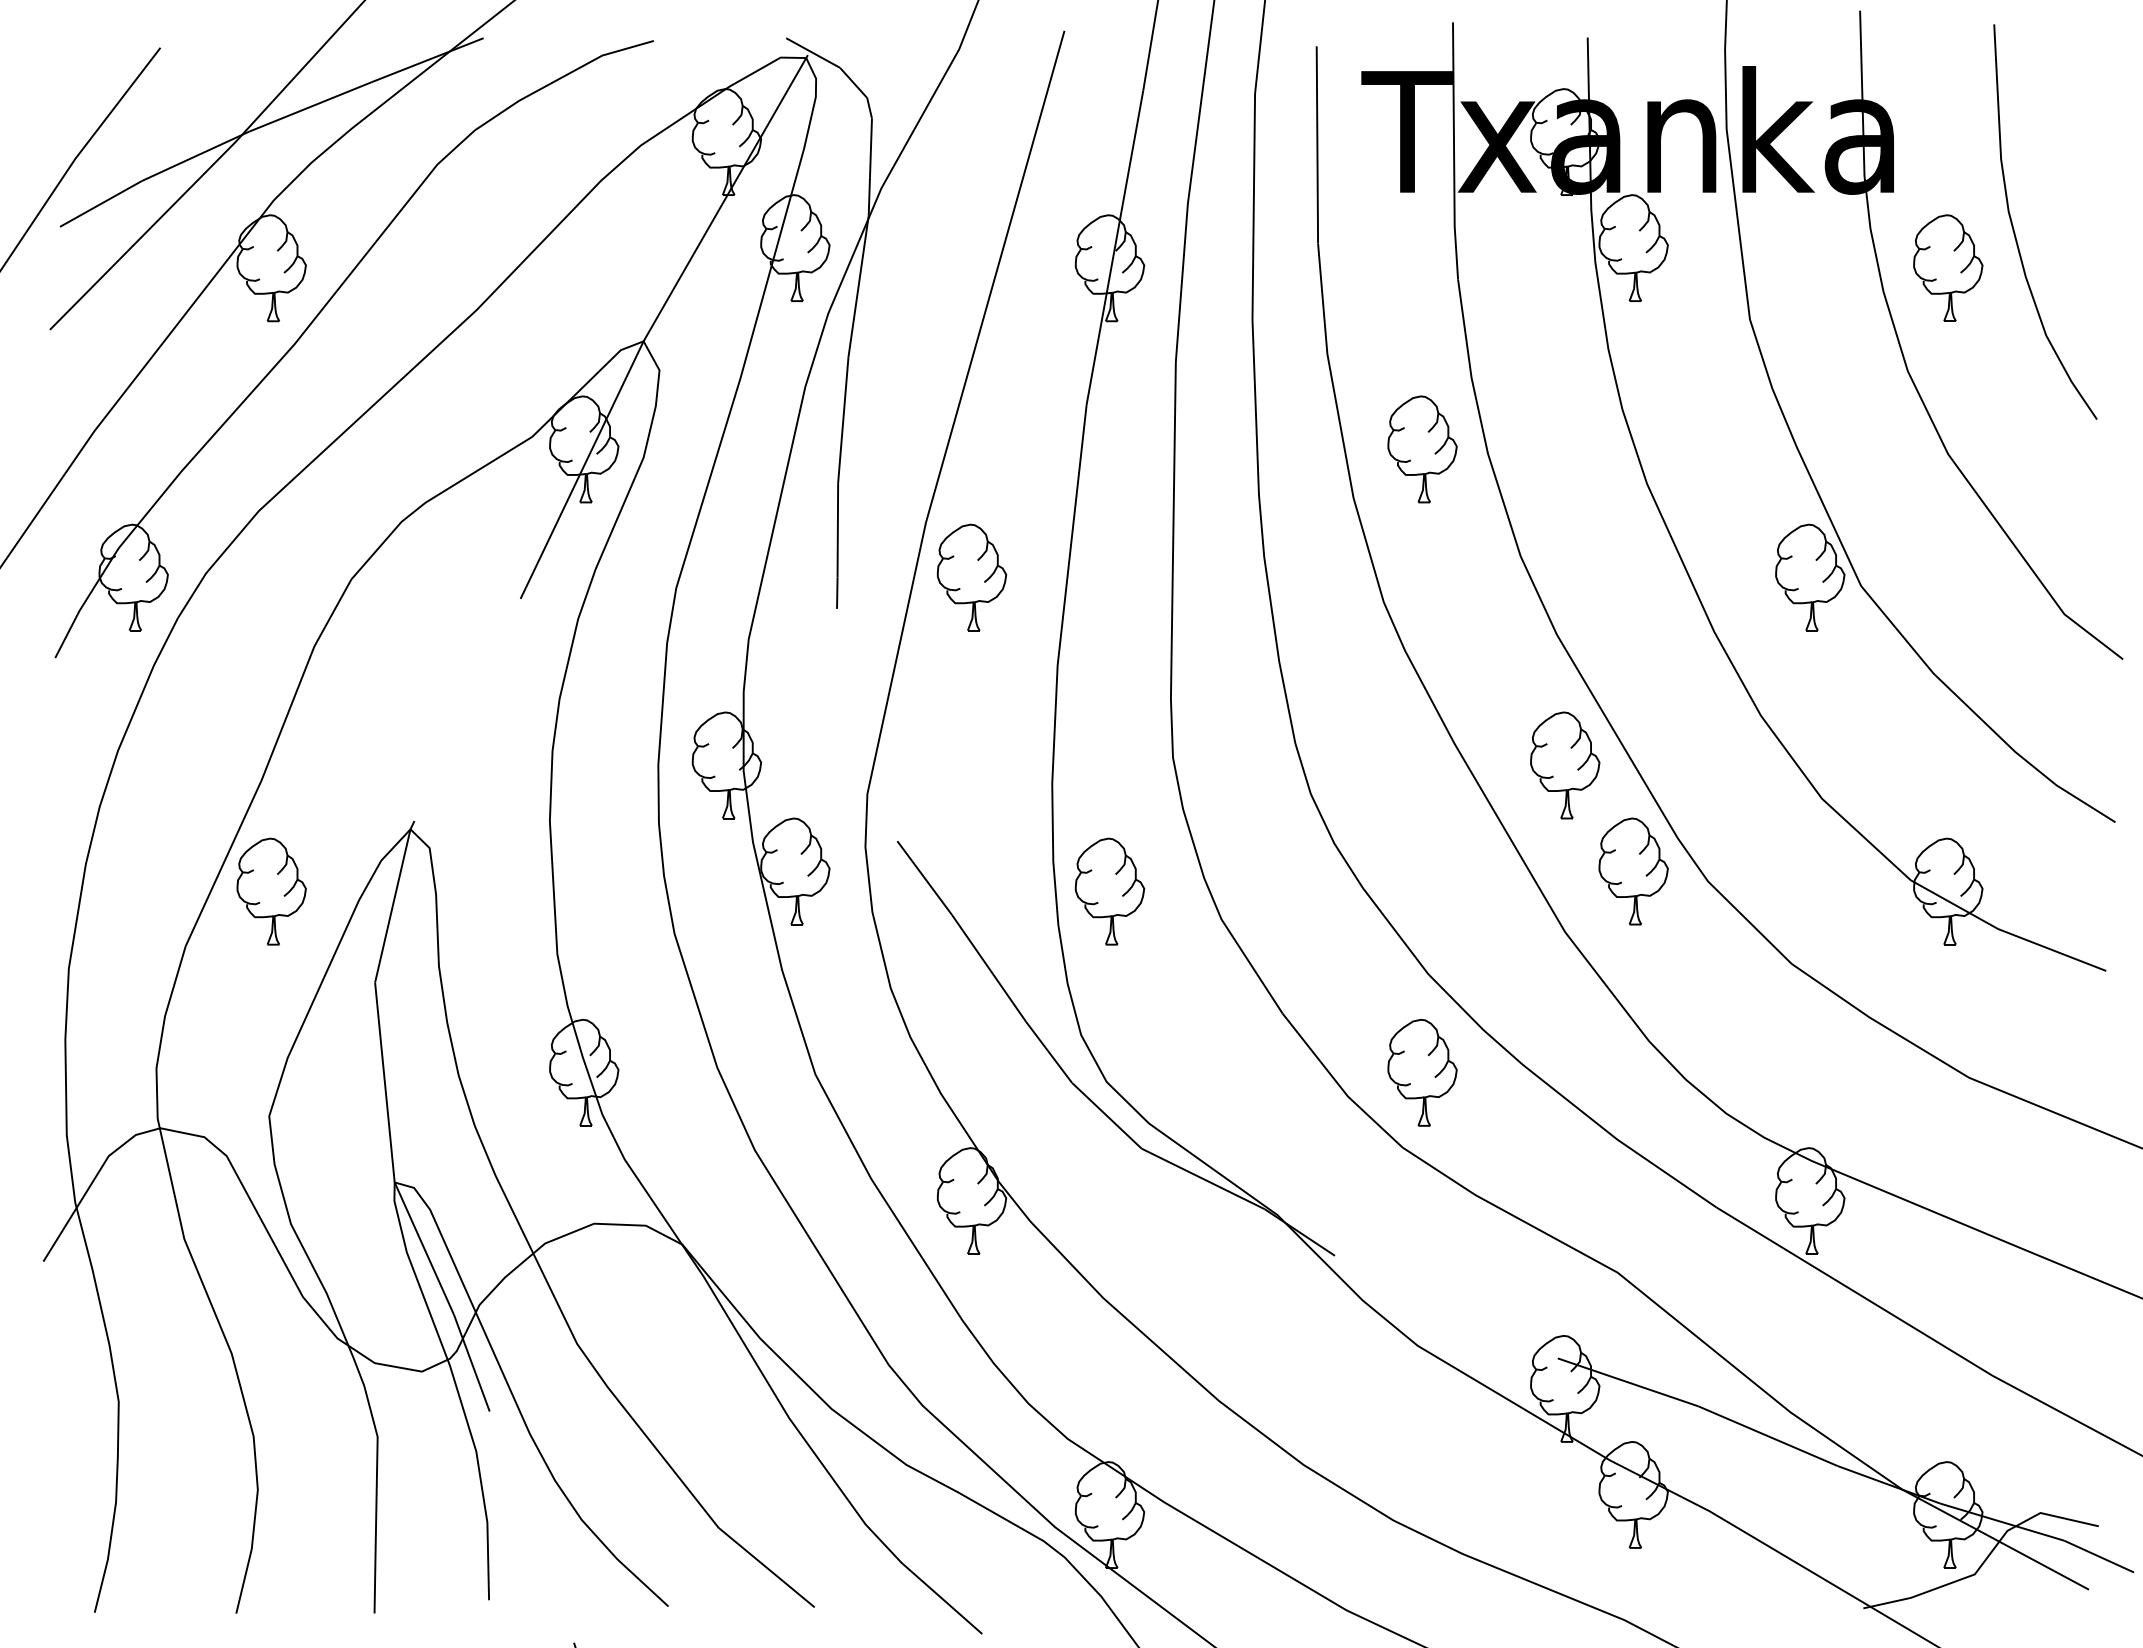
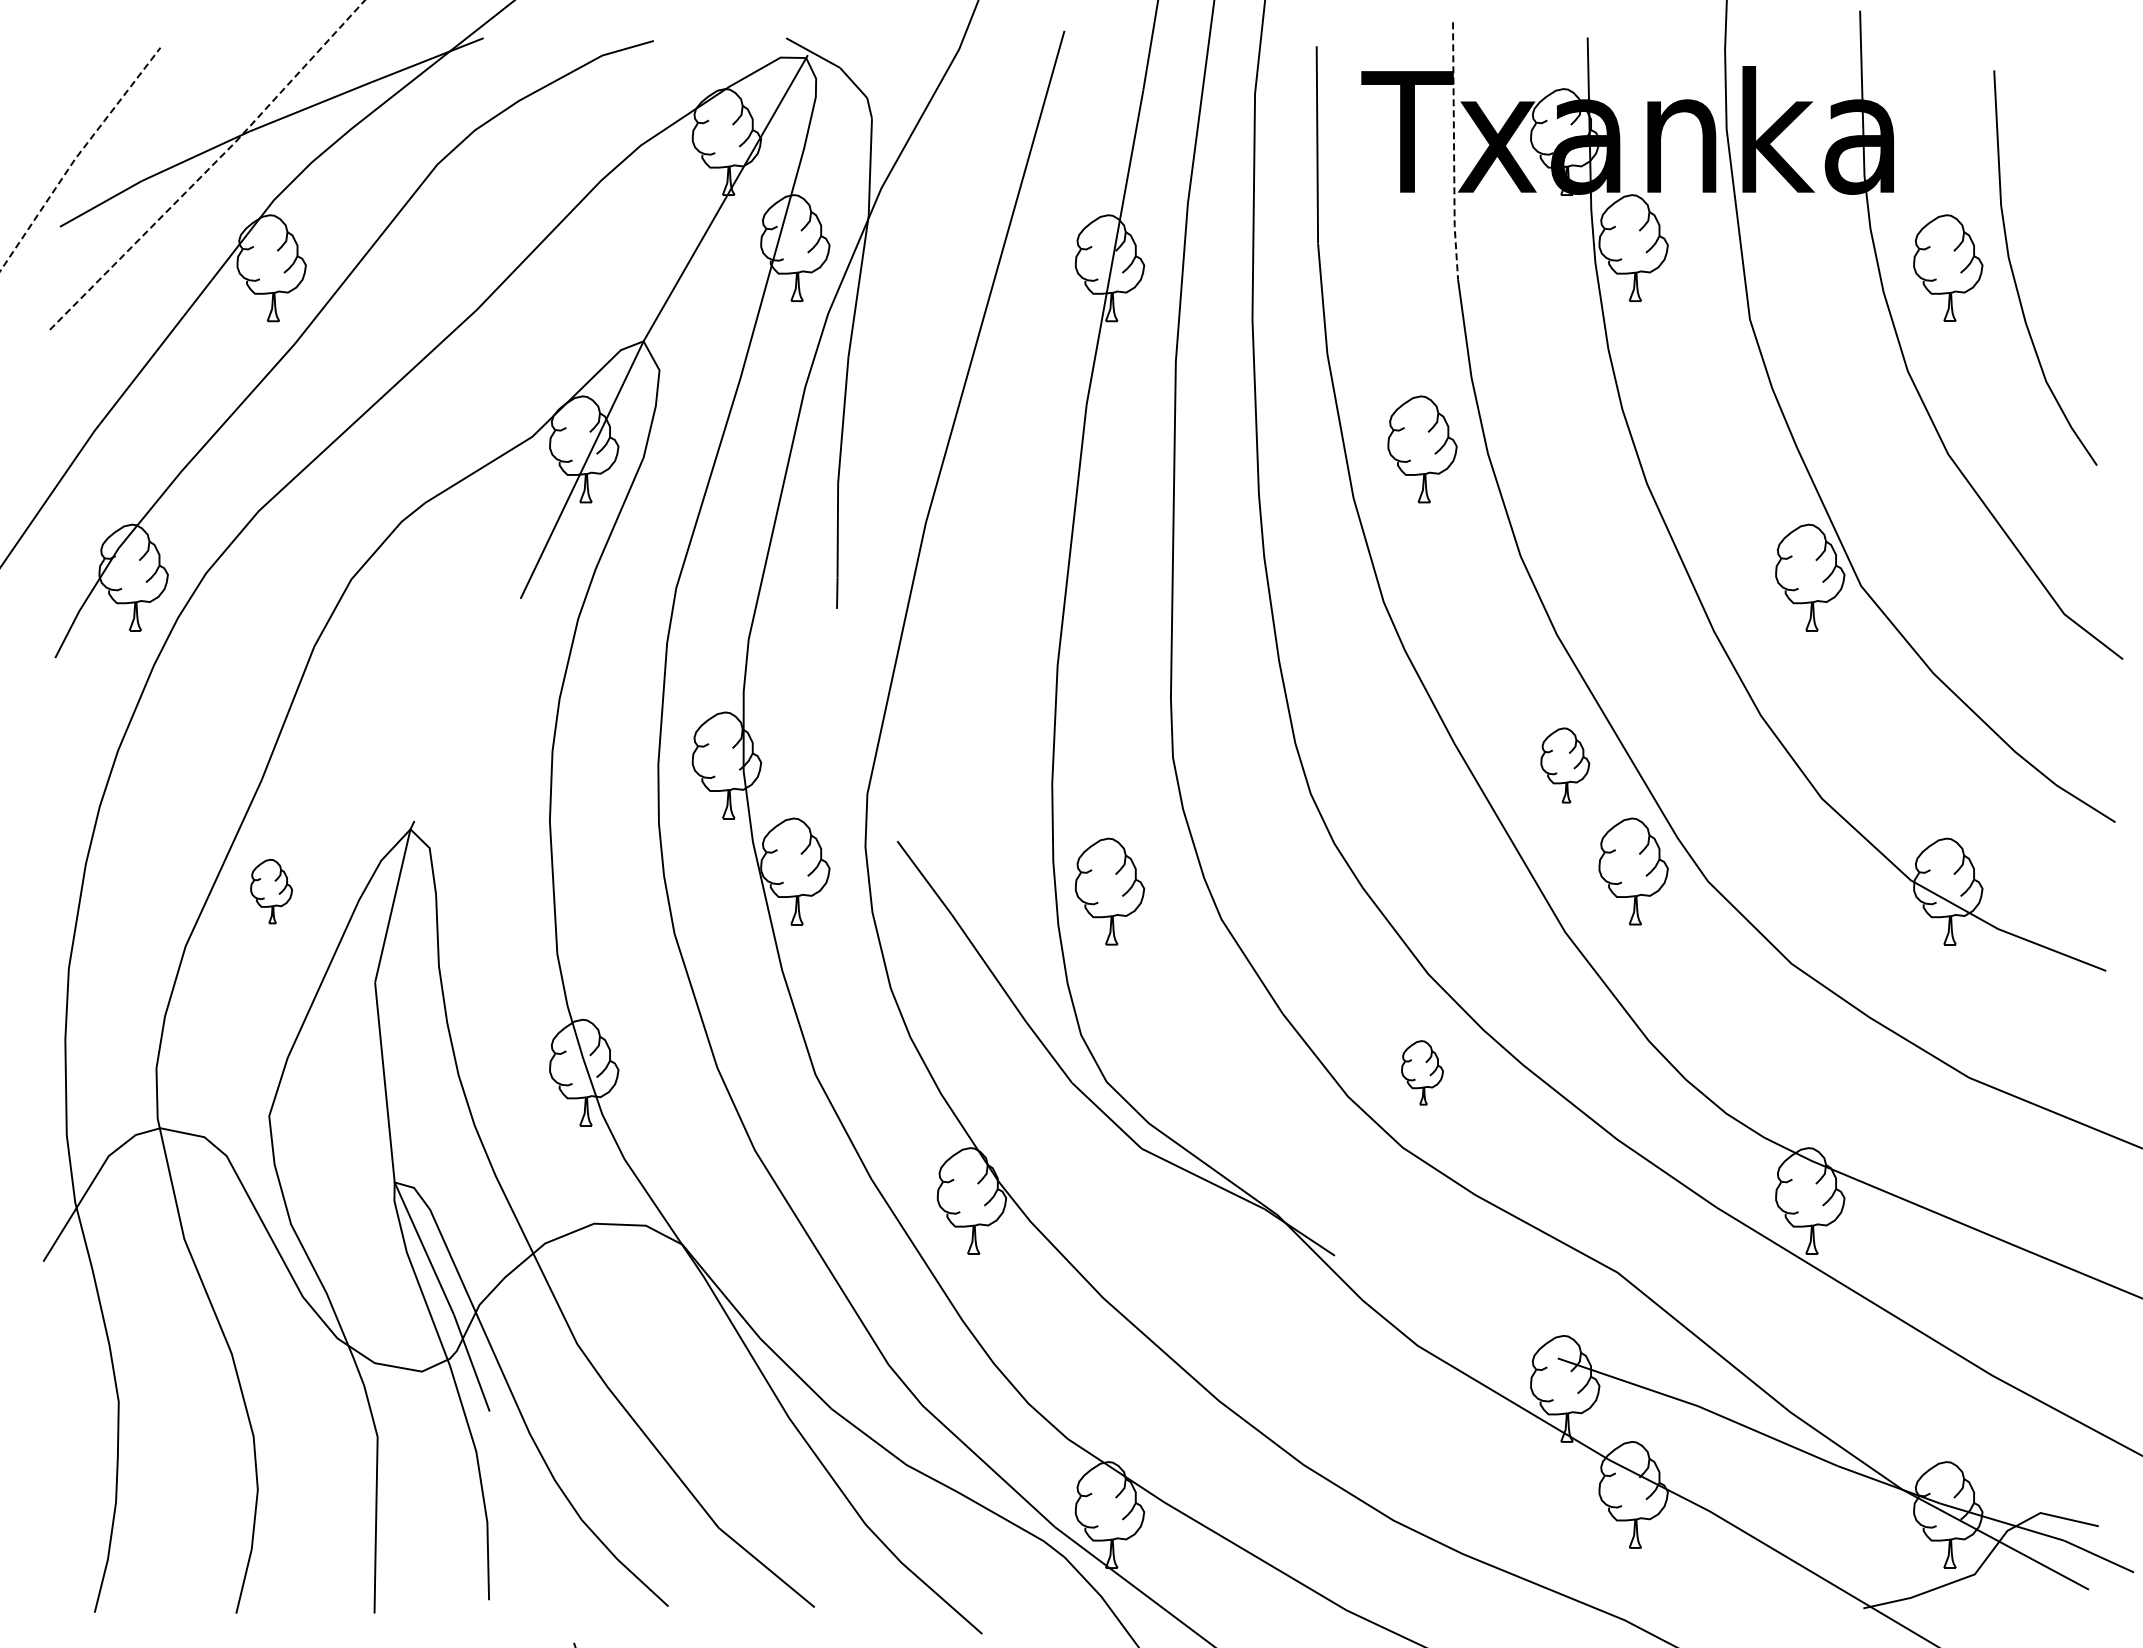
line at (1454, 151): solid -> dashed
line at (76, 156): solid -> dashed
line at (210, 167): solid -> dashed
curve at (2015, 232) position: (2015, 232) -> (2015, 278)
part at (971, 577): present -> none
part at (1565, 765) size: 71x109 px -> 51x77 px
part at (271, 891) size: 71x109 px -> 43x67 px
part at (1422, 1072) size: 71x108 px -> 43x66 px
